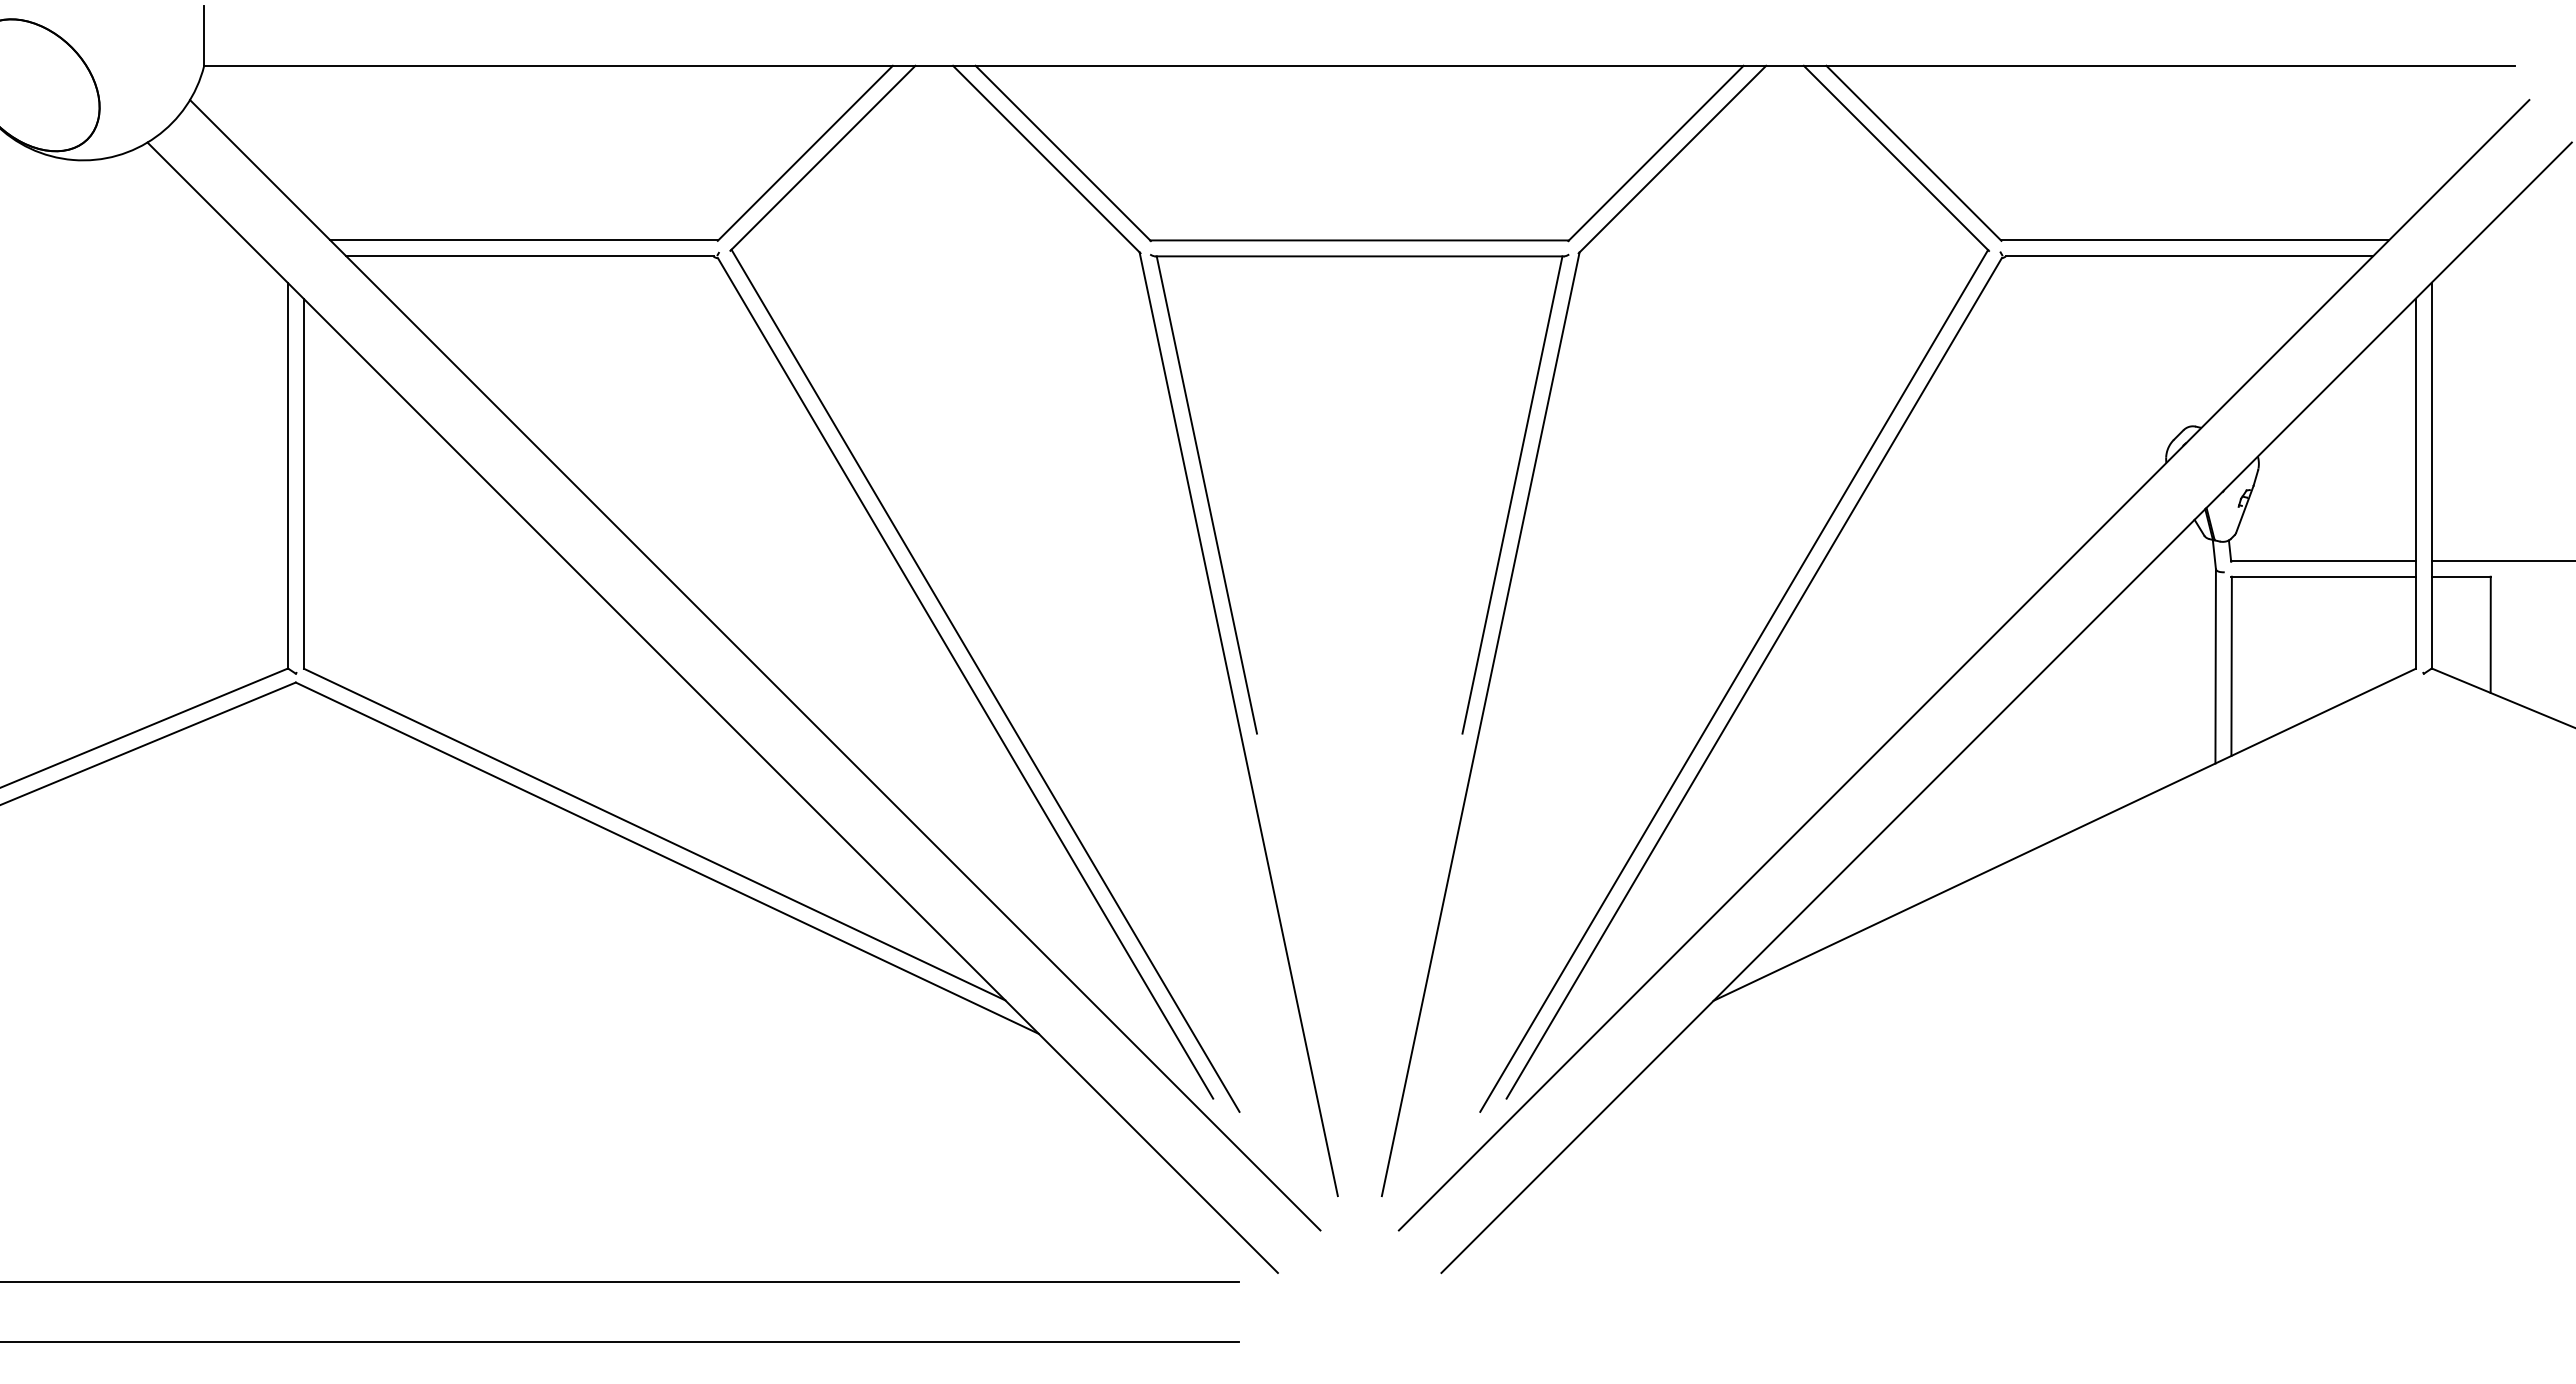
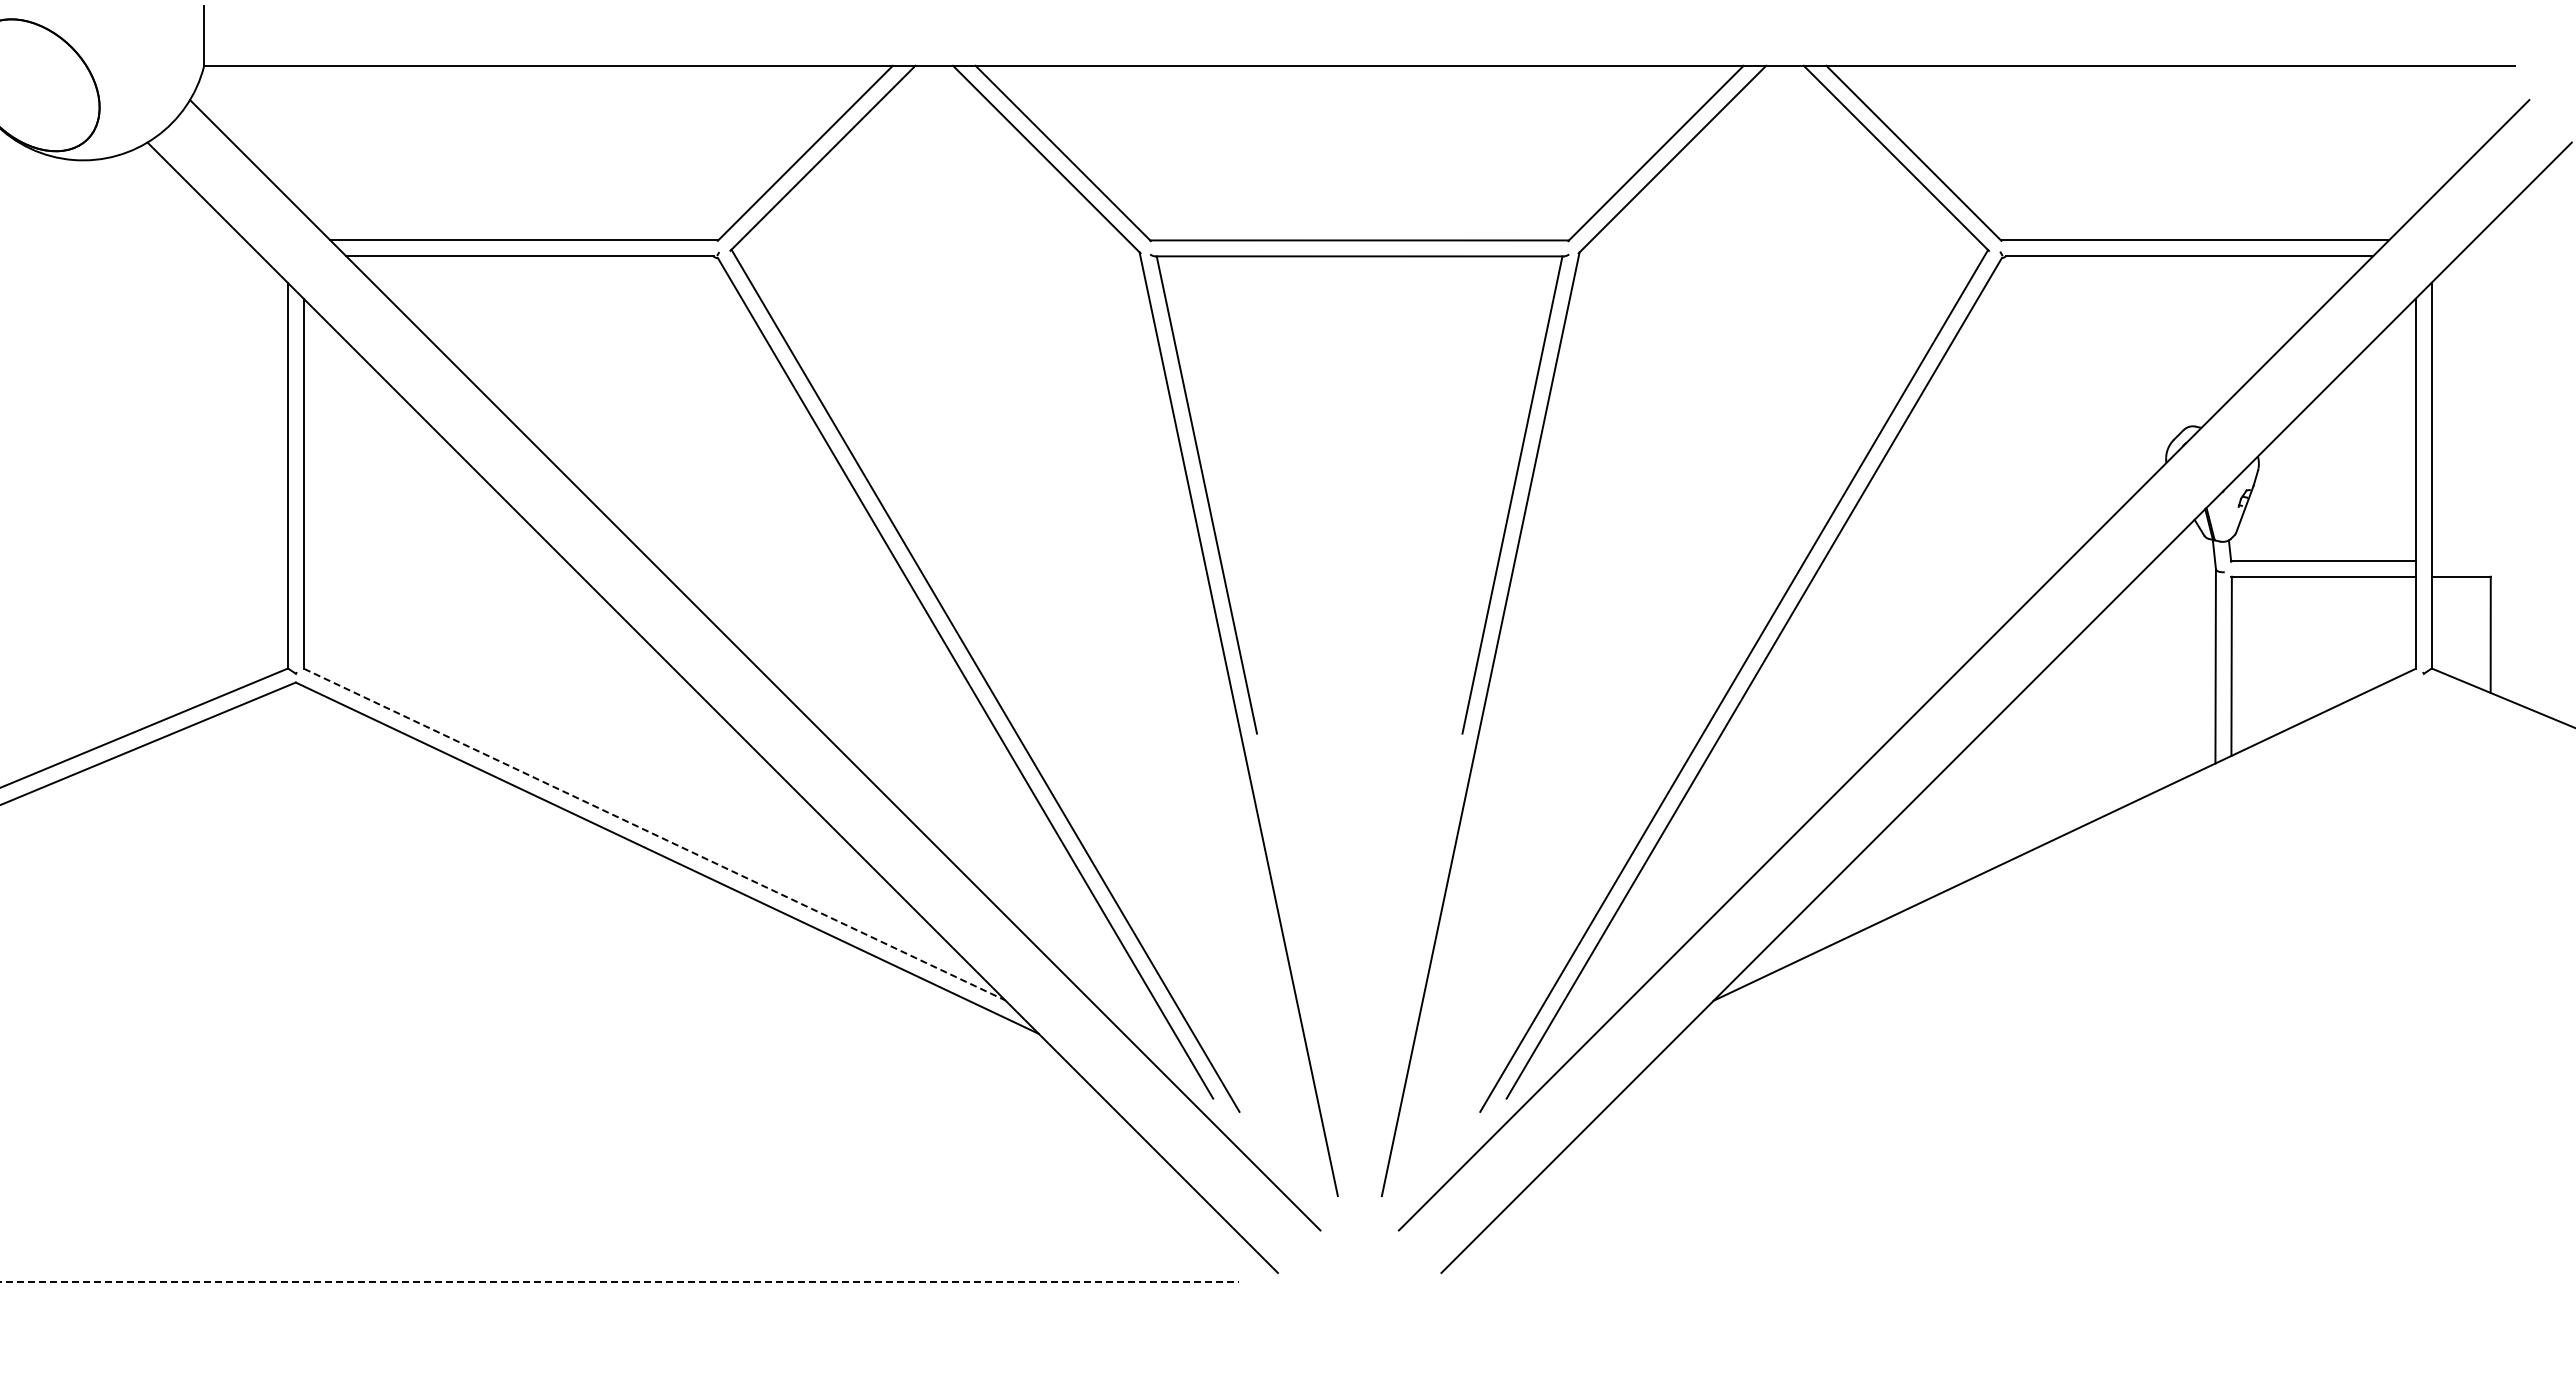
line at (2501, 560): present -> none
line at (654, 834): solid -> dashed
line at (619, 1282): solid -> dashed
line at (620, 1342): present -> none
